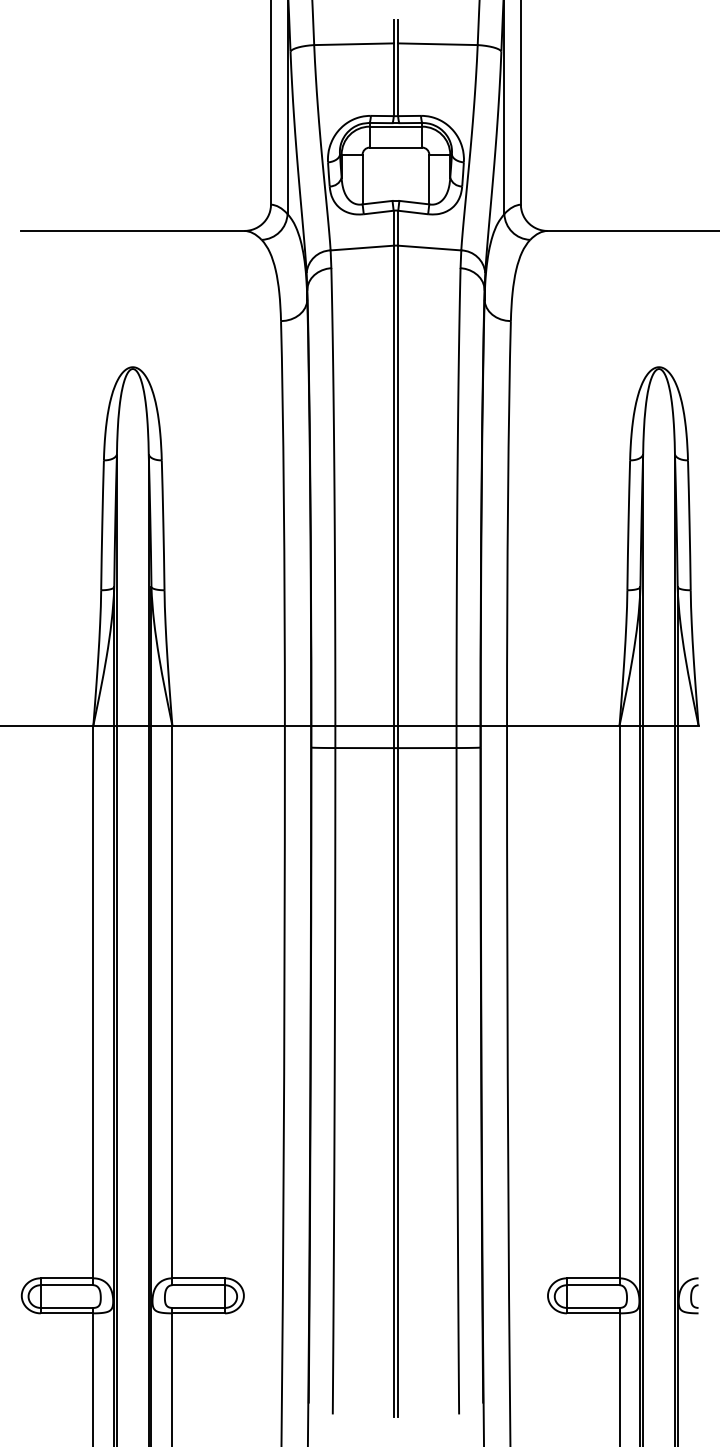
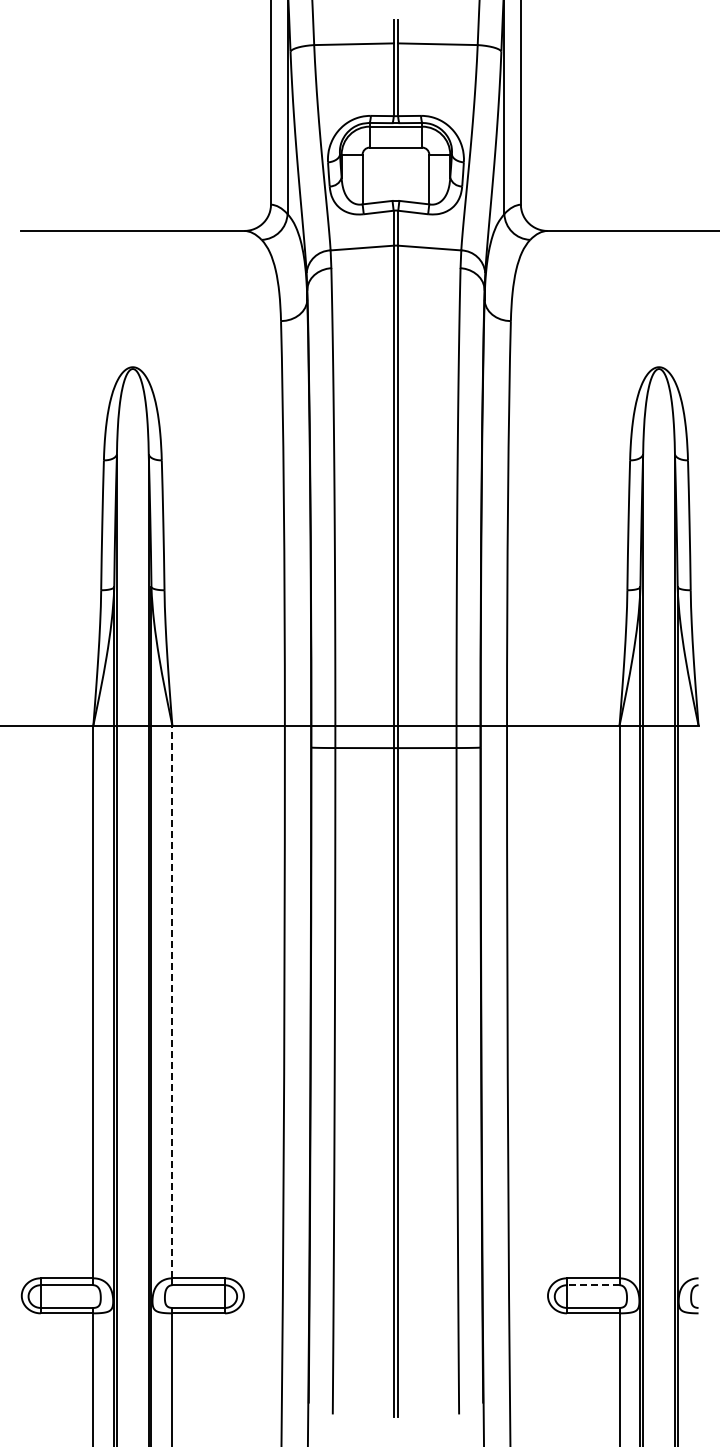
line at (172, 1001): solid -> dashed
line at (592, 1285): solid -> dashed
